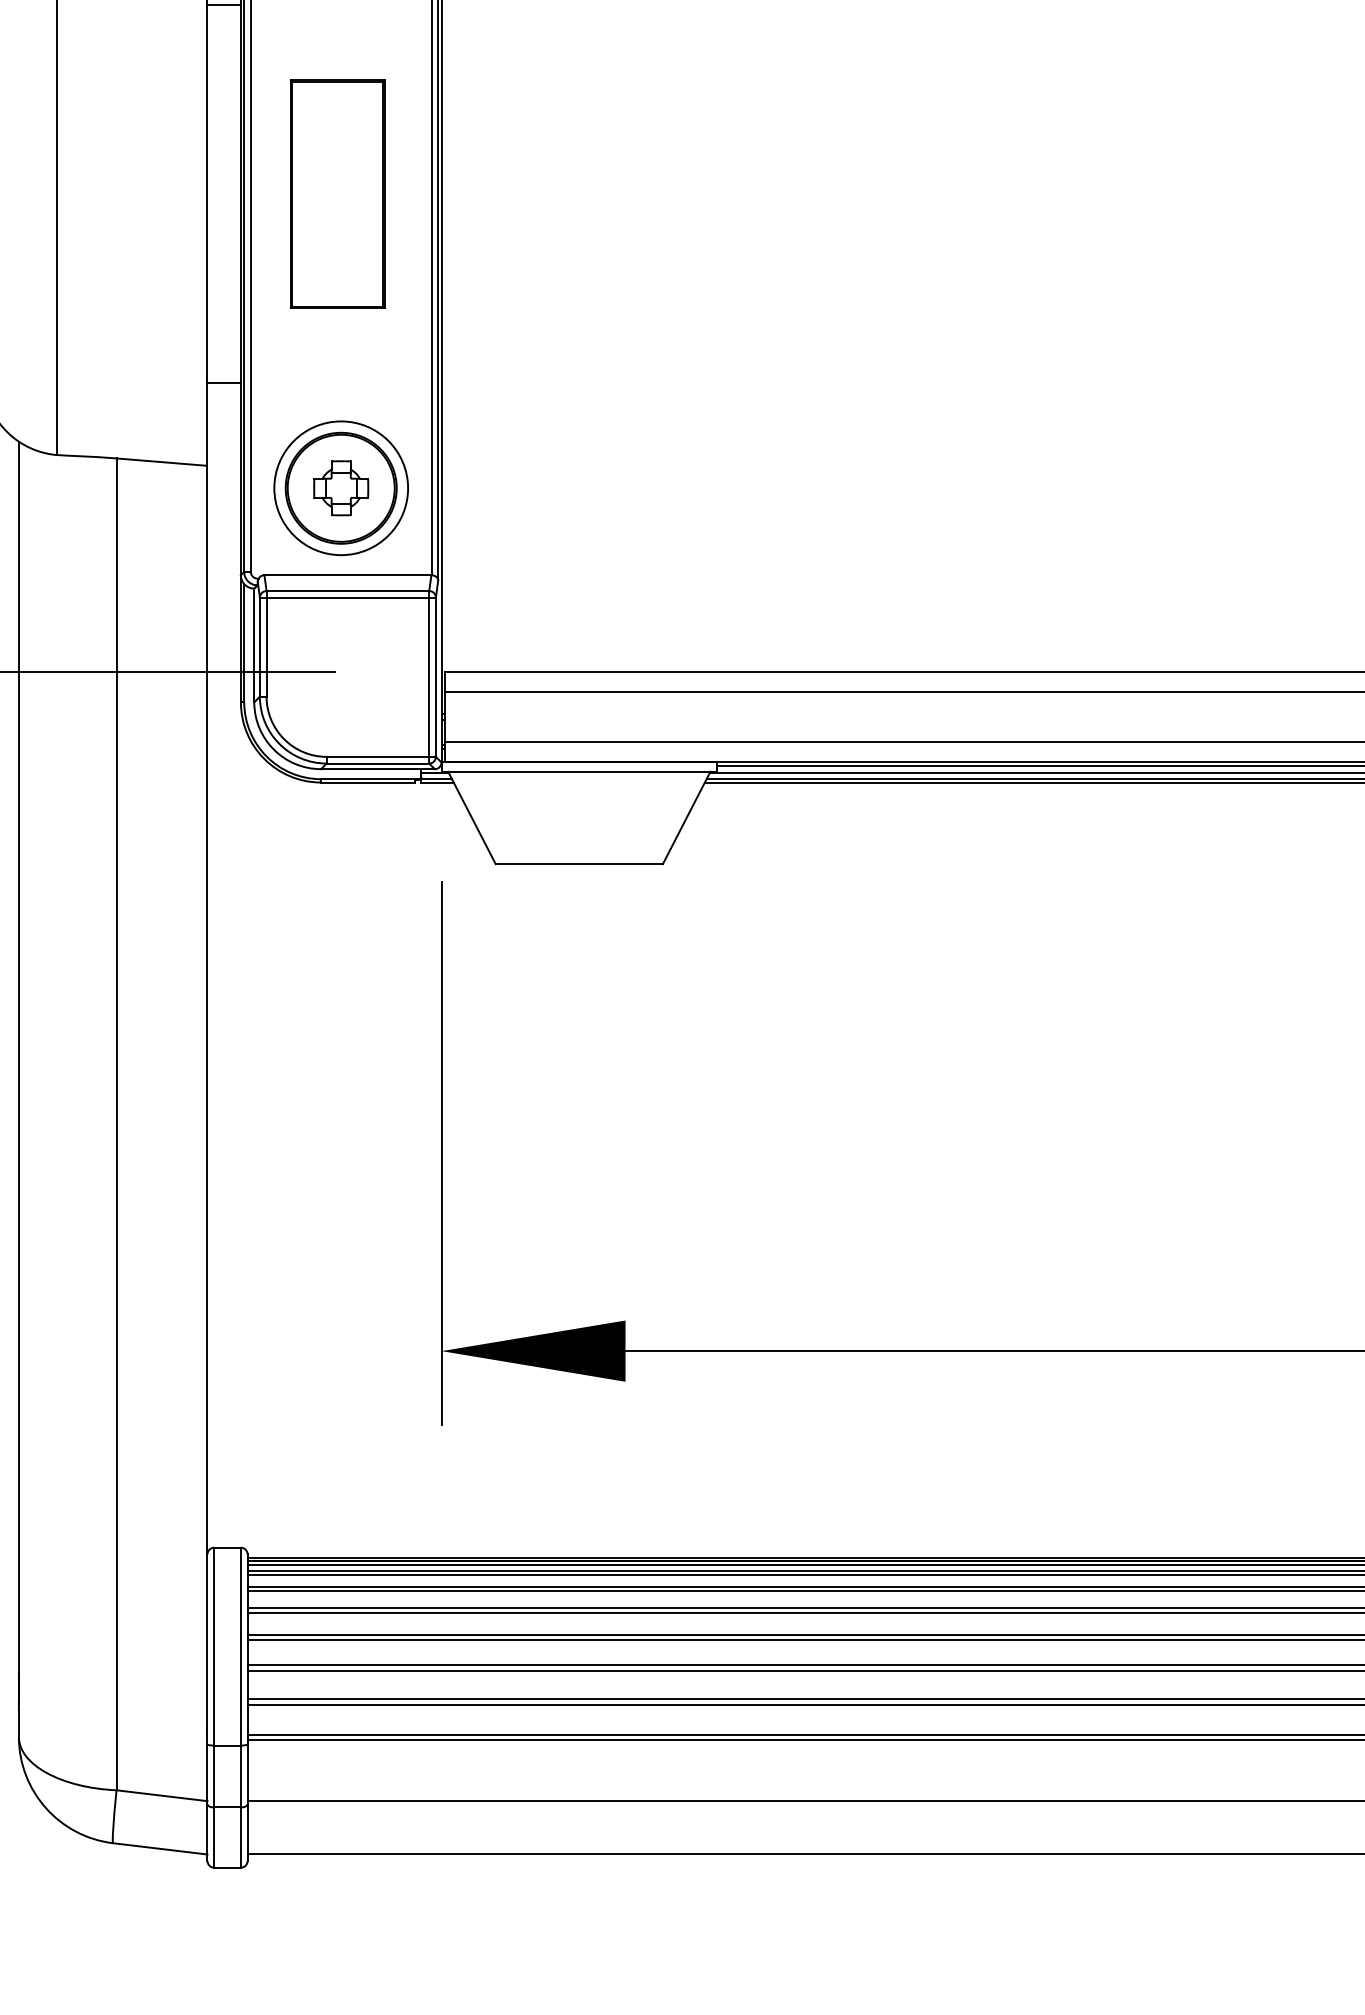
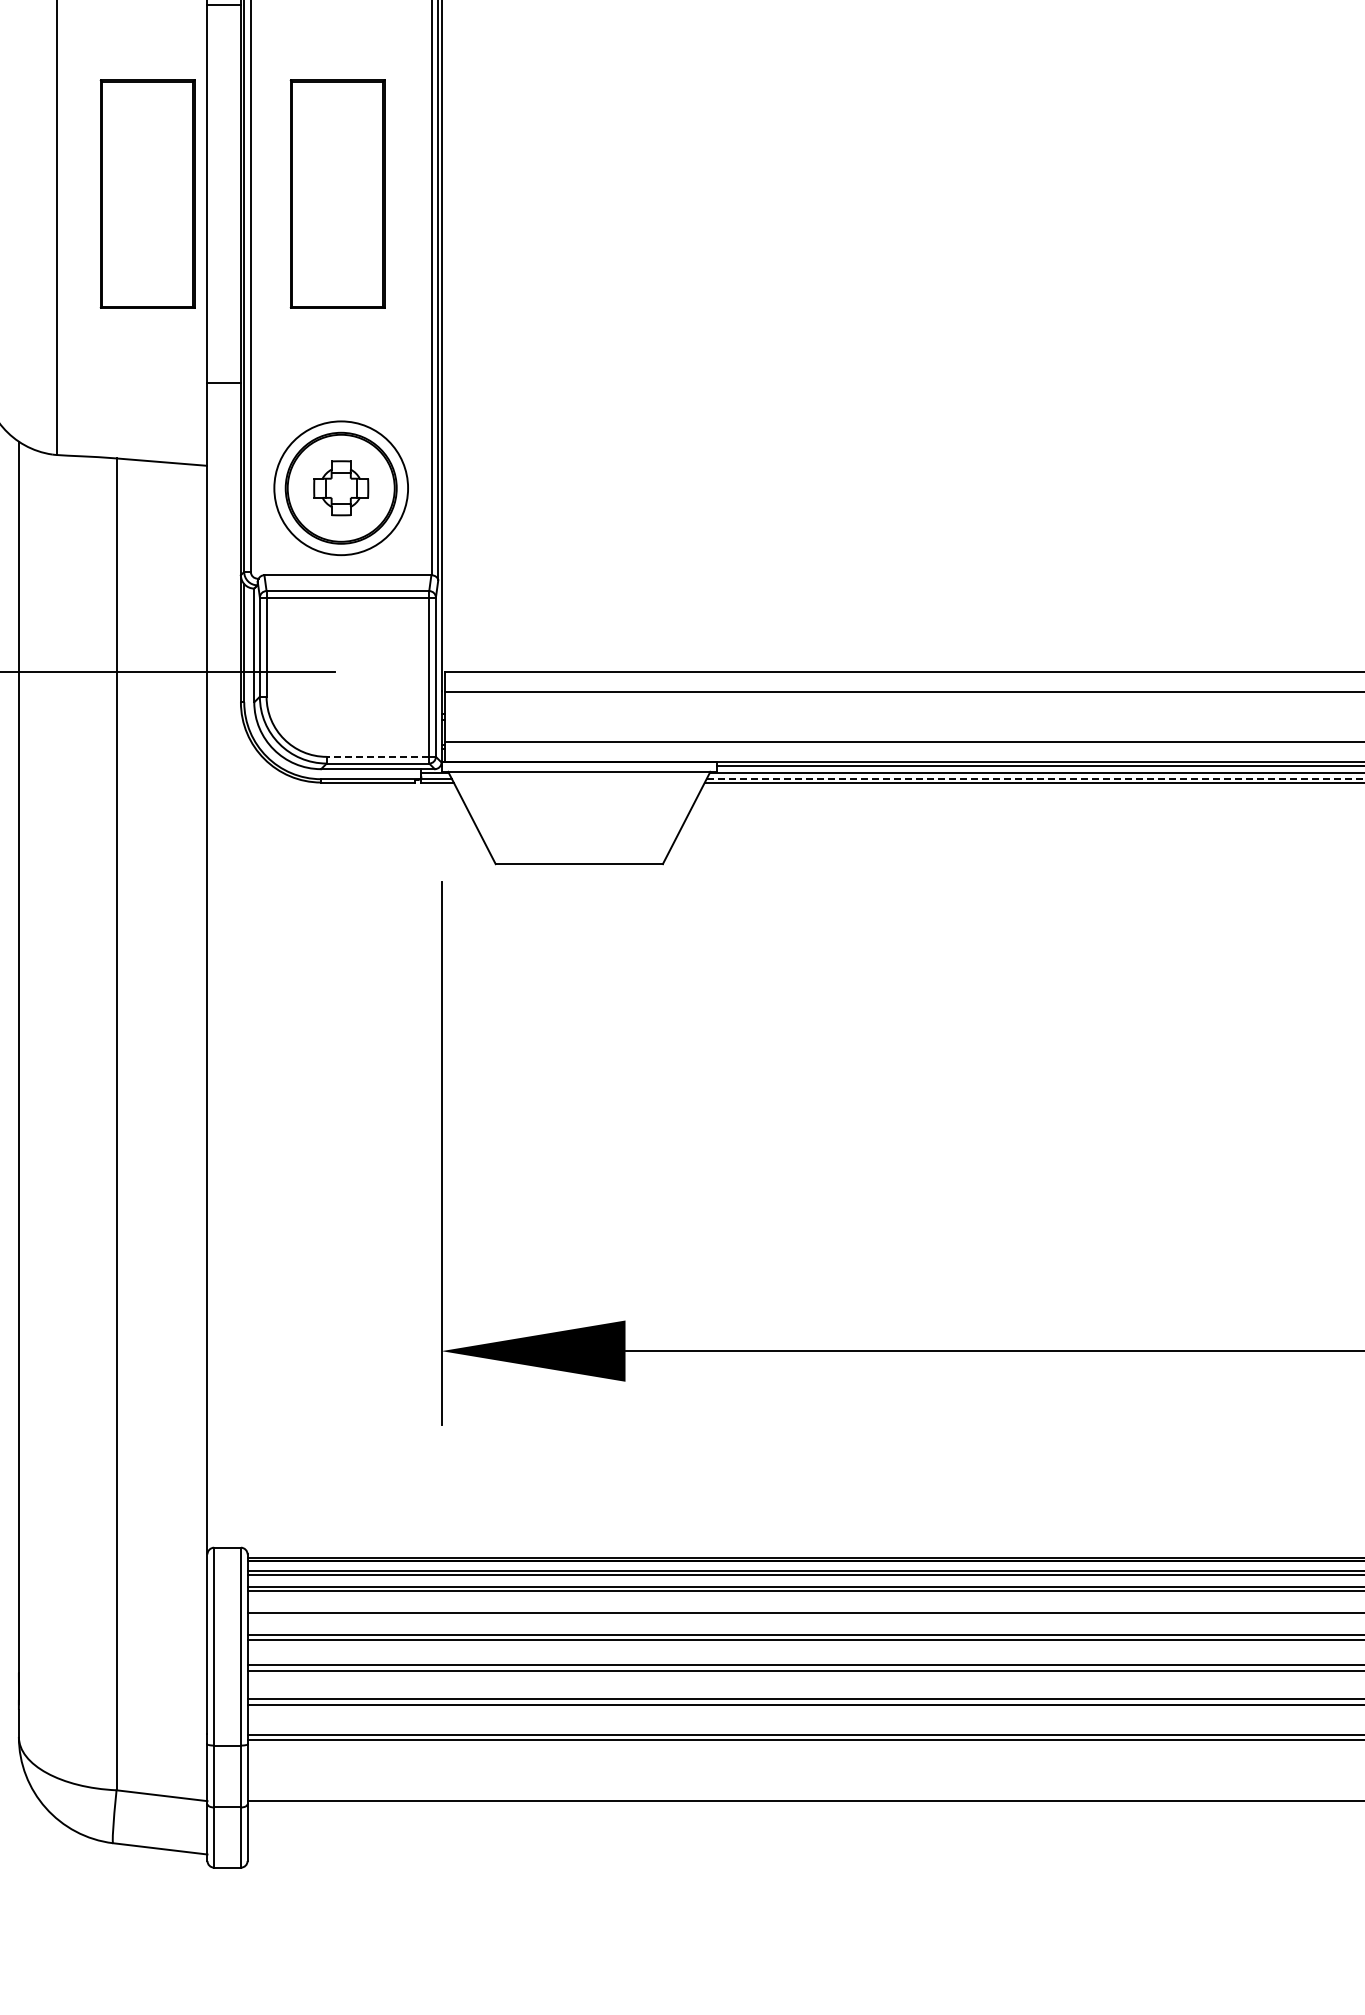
part at (147, 193): none -> present
line at (377, 756): solid -> dashed
line at (1035, 778): solid -> dashed
line at (804, 1564): present -> none
line at (804, 1608): present -> none
line at (804, 1854): present -> none
